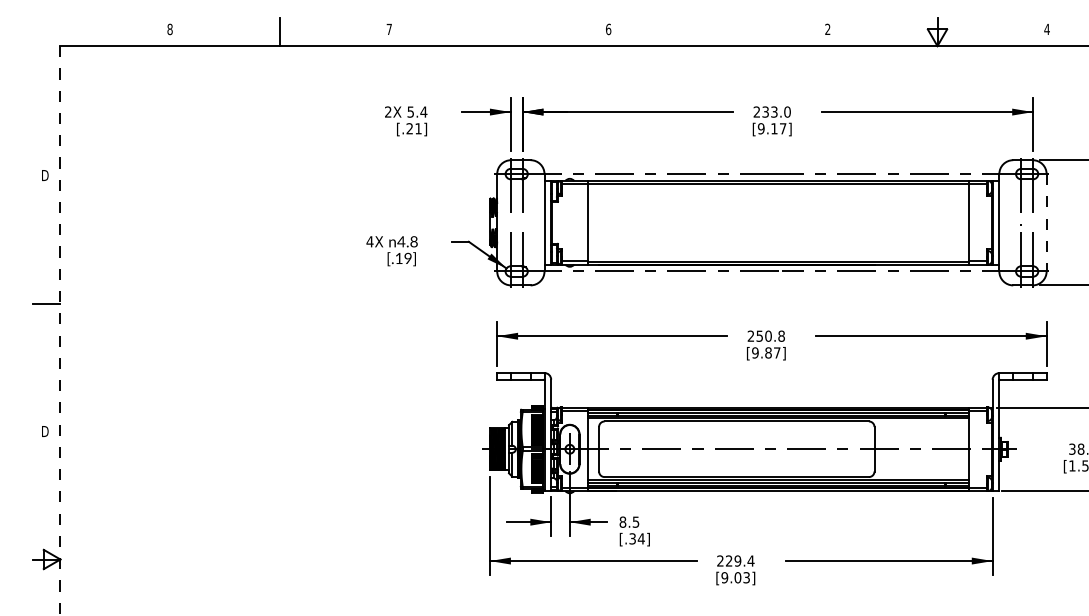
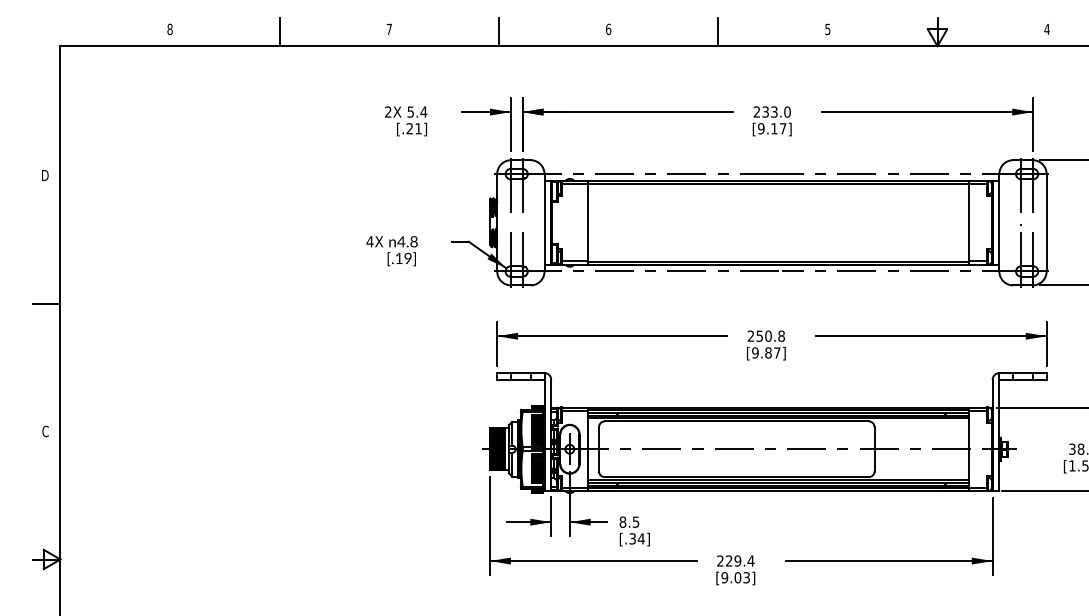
text at (827, 29): 2 -> 5
line at (498, 32): none -> present
line at (718, 32): none -> present
line at (1046, 222): dashed -> solid
line at (60, 331): dashed -> solid
text at (45, 431): D -> C
